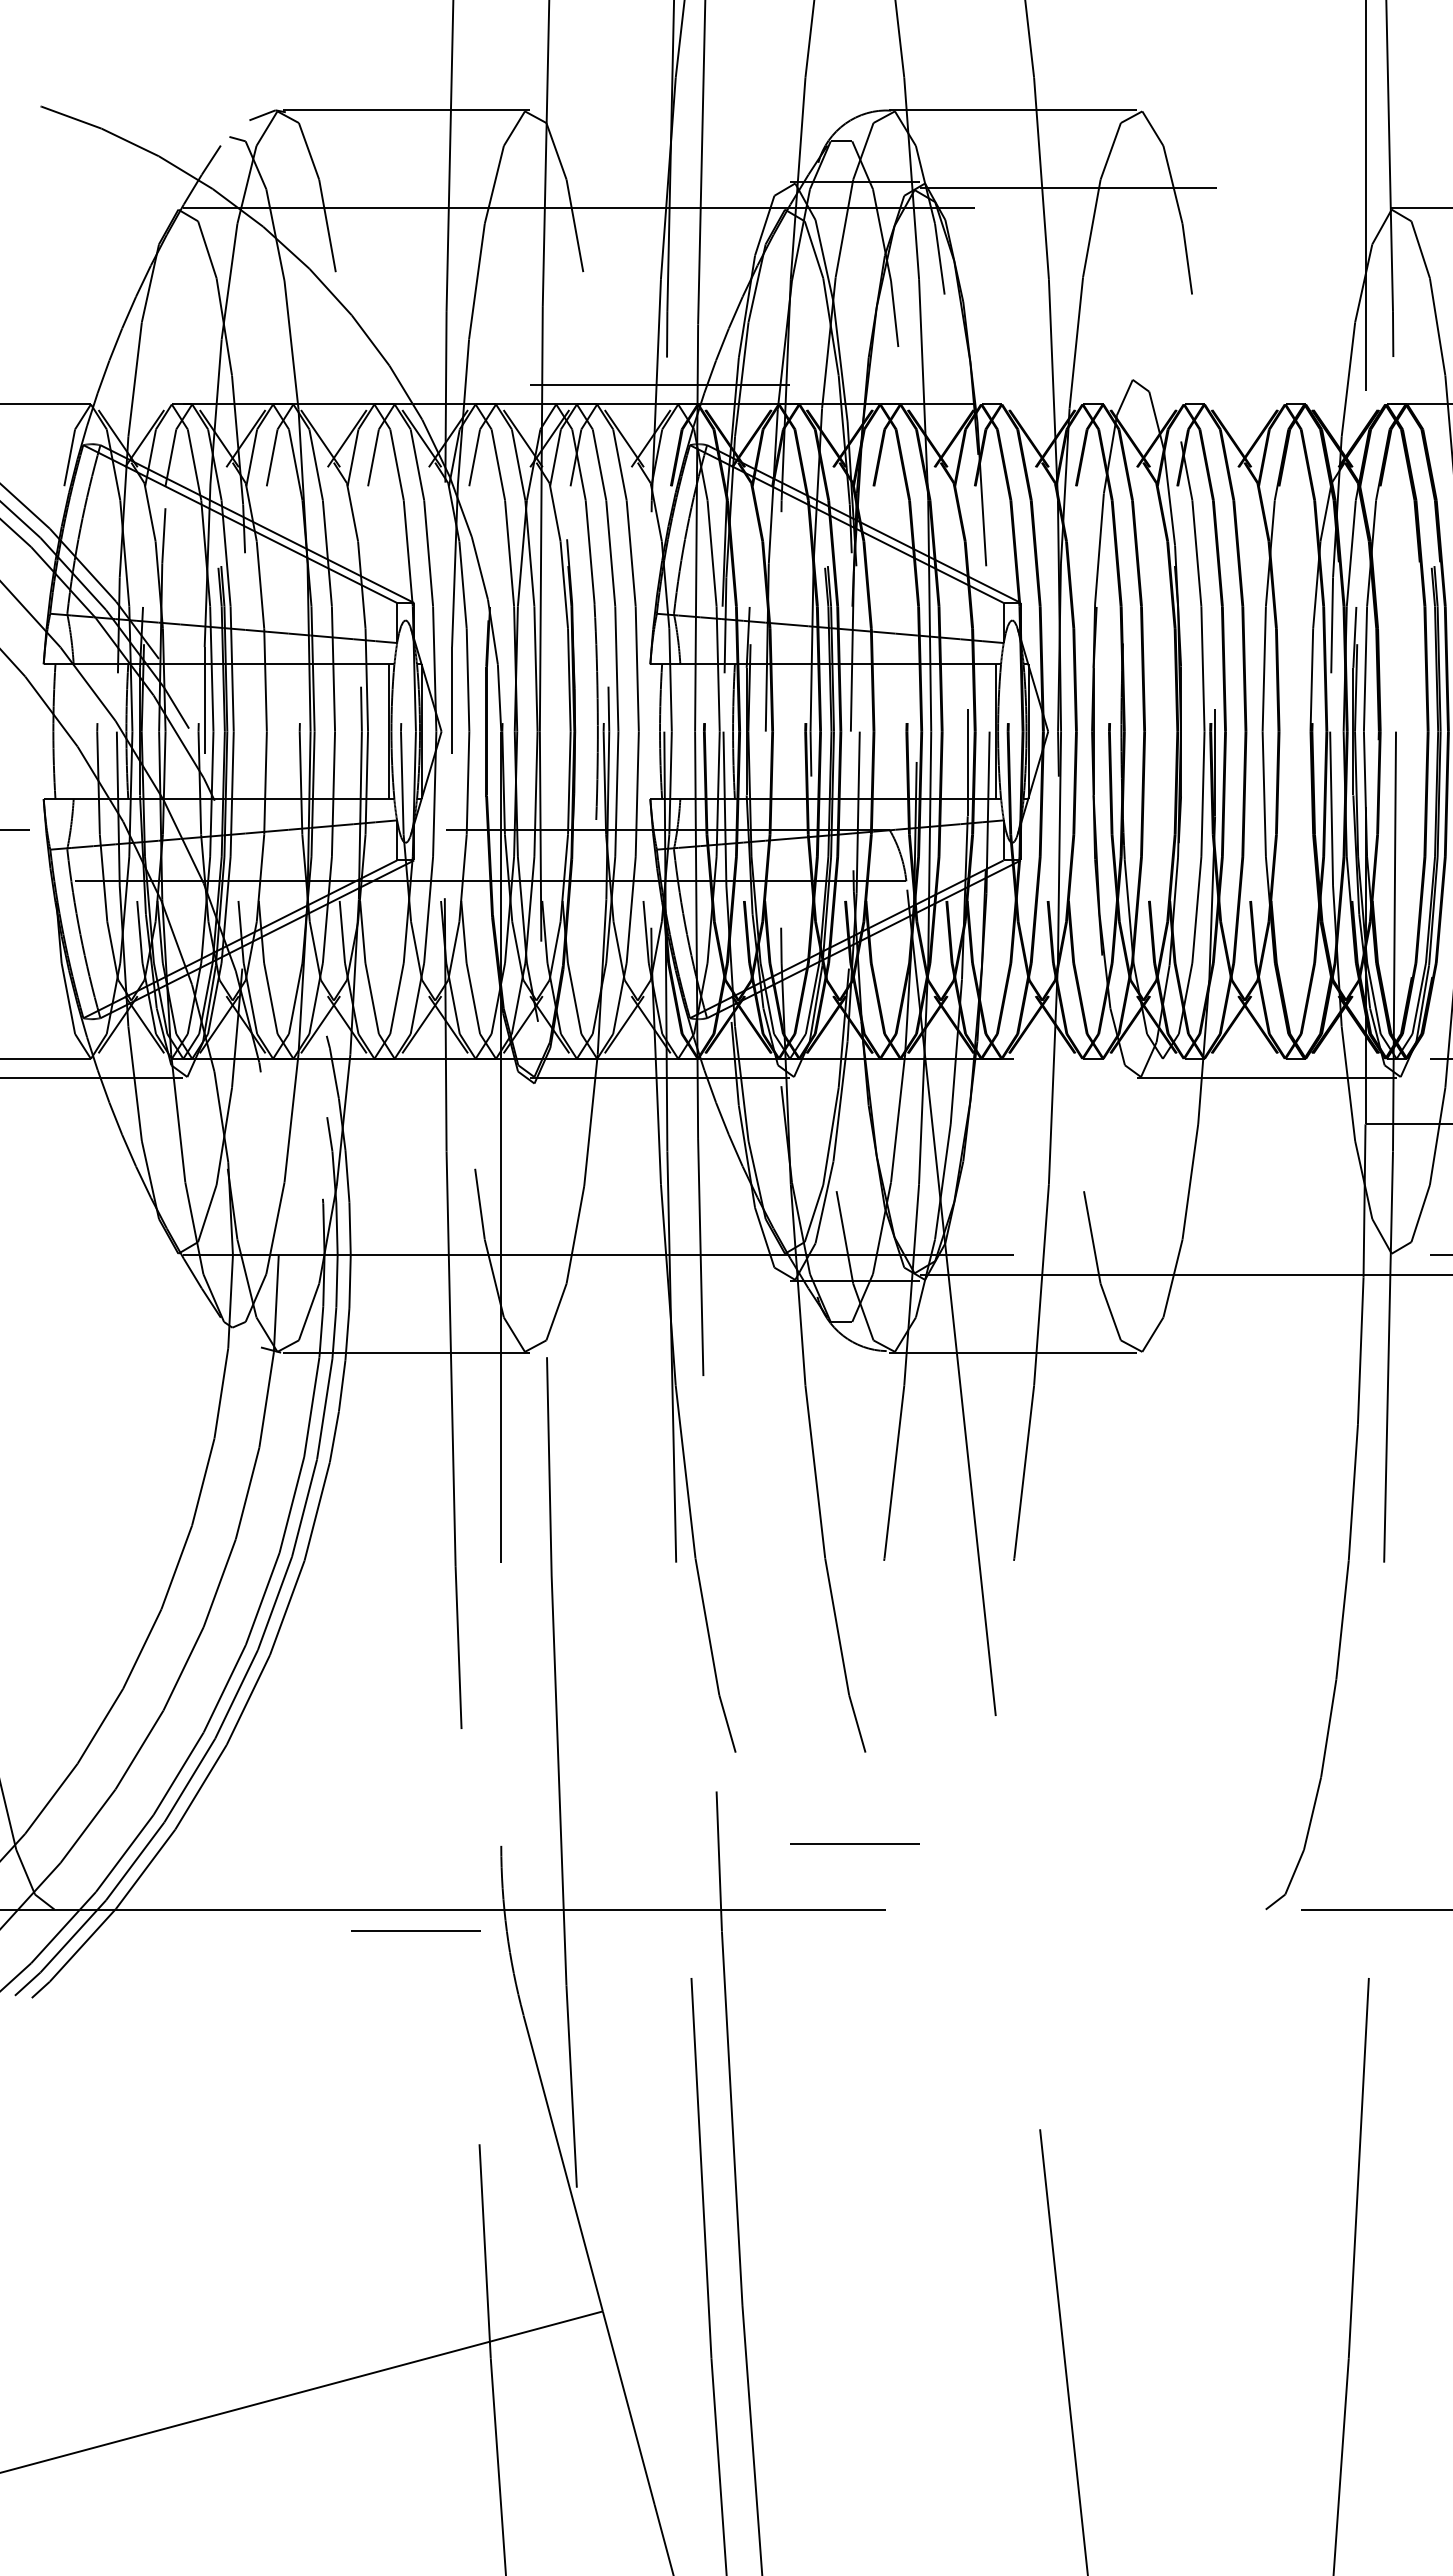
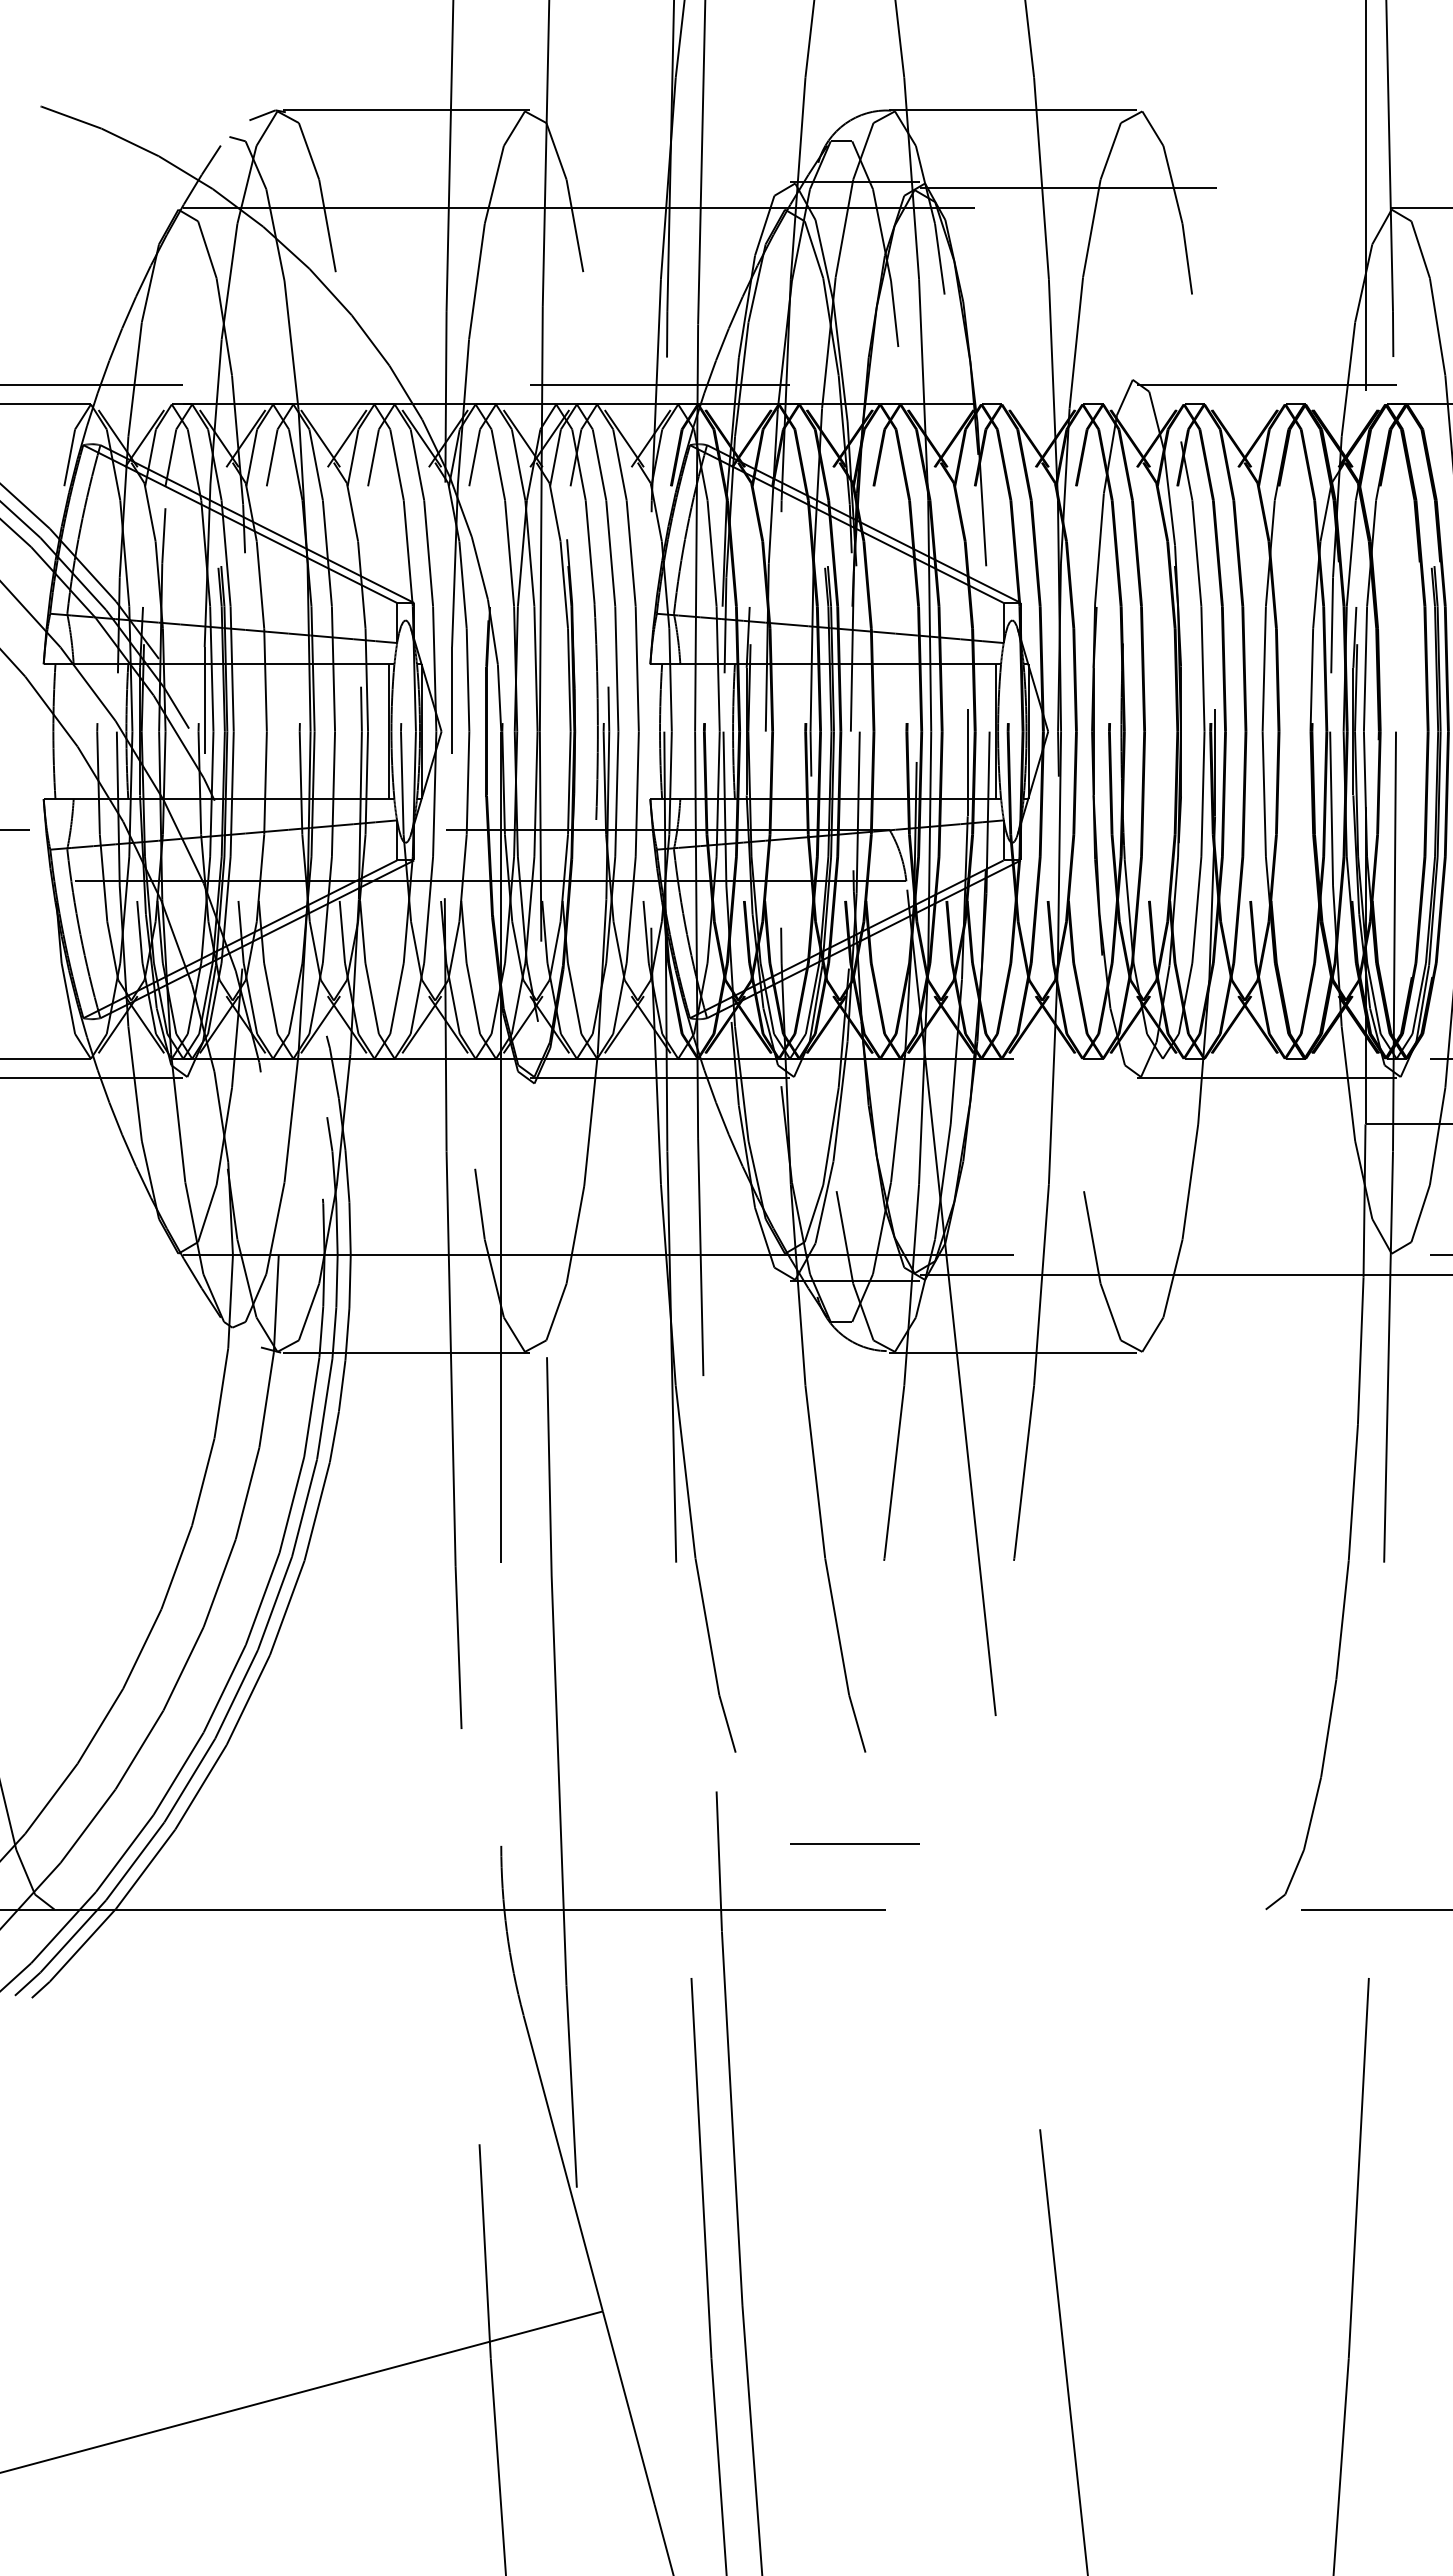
line at (92, 384): none -> present
line at (1266, 384): none -> present
line at (415, 1930): present -> none
